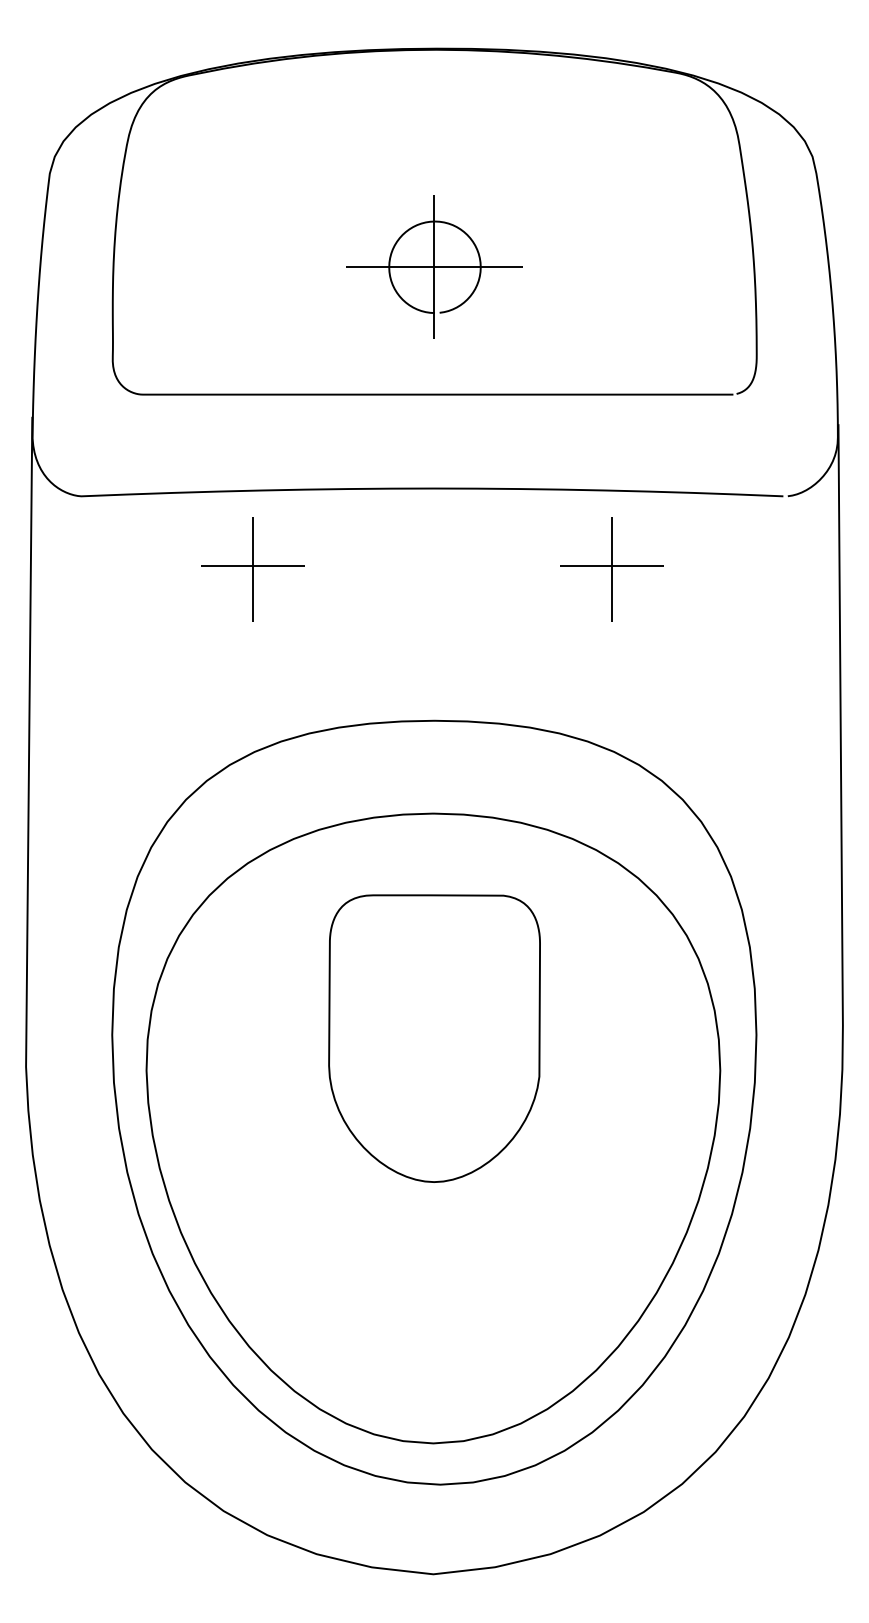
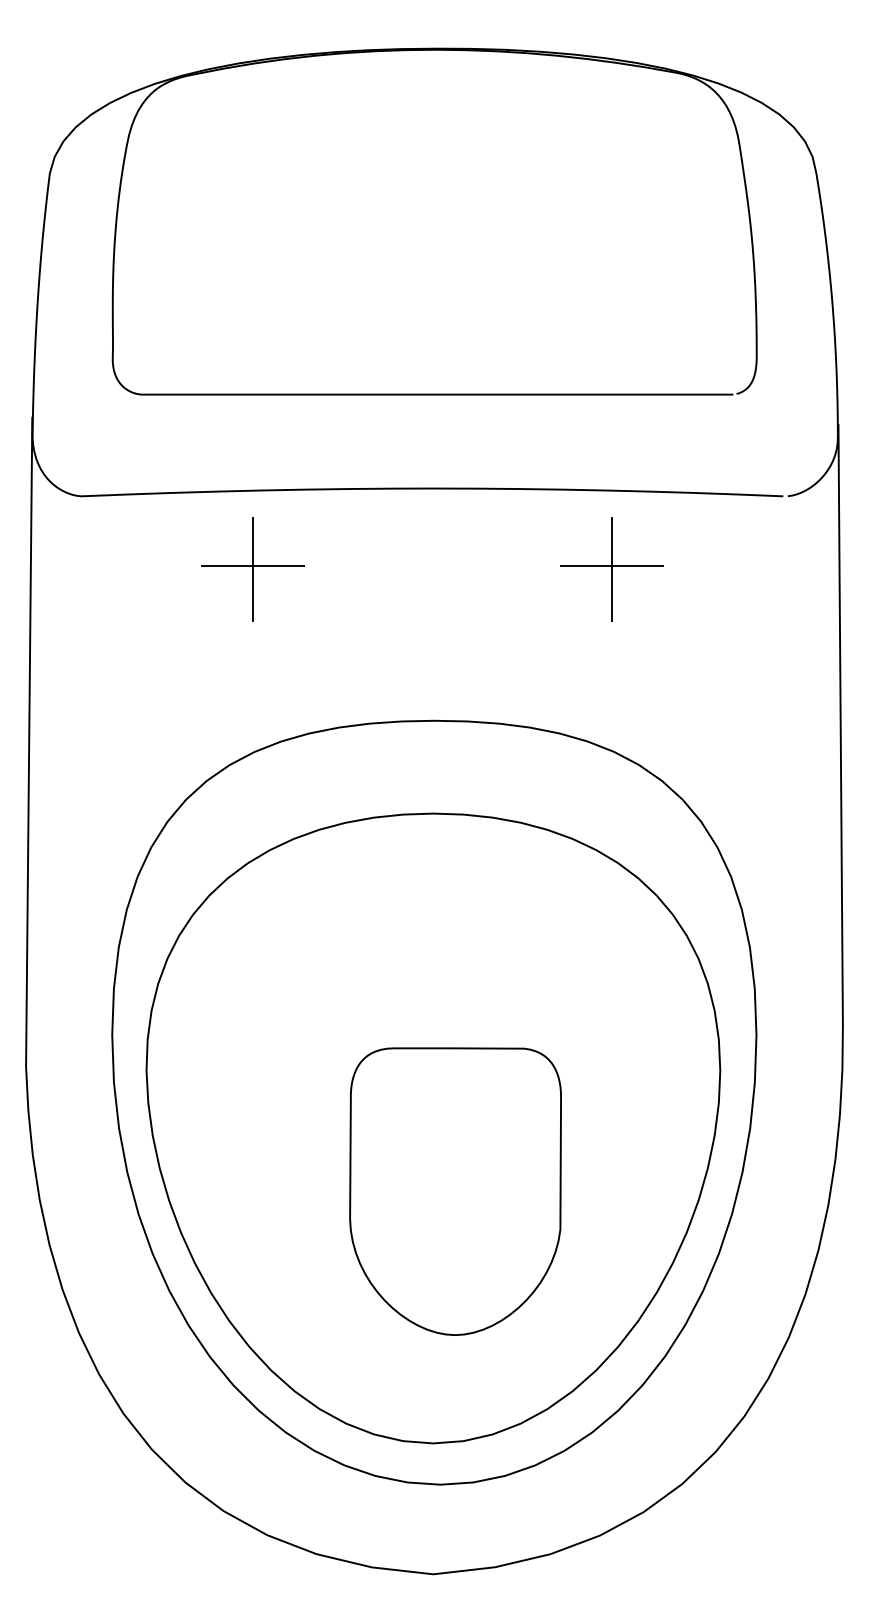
part at (434, 266): present -> none
part at (434, 1038) position: (434, 1038) -> (455, 1191)
